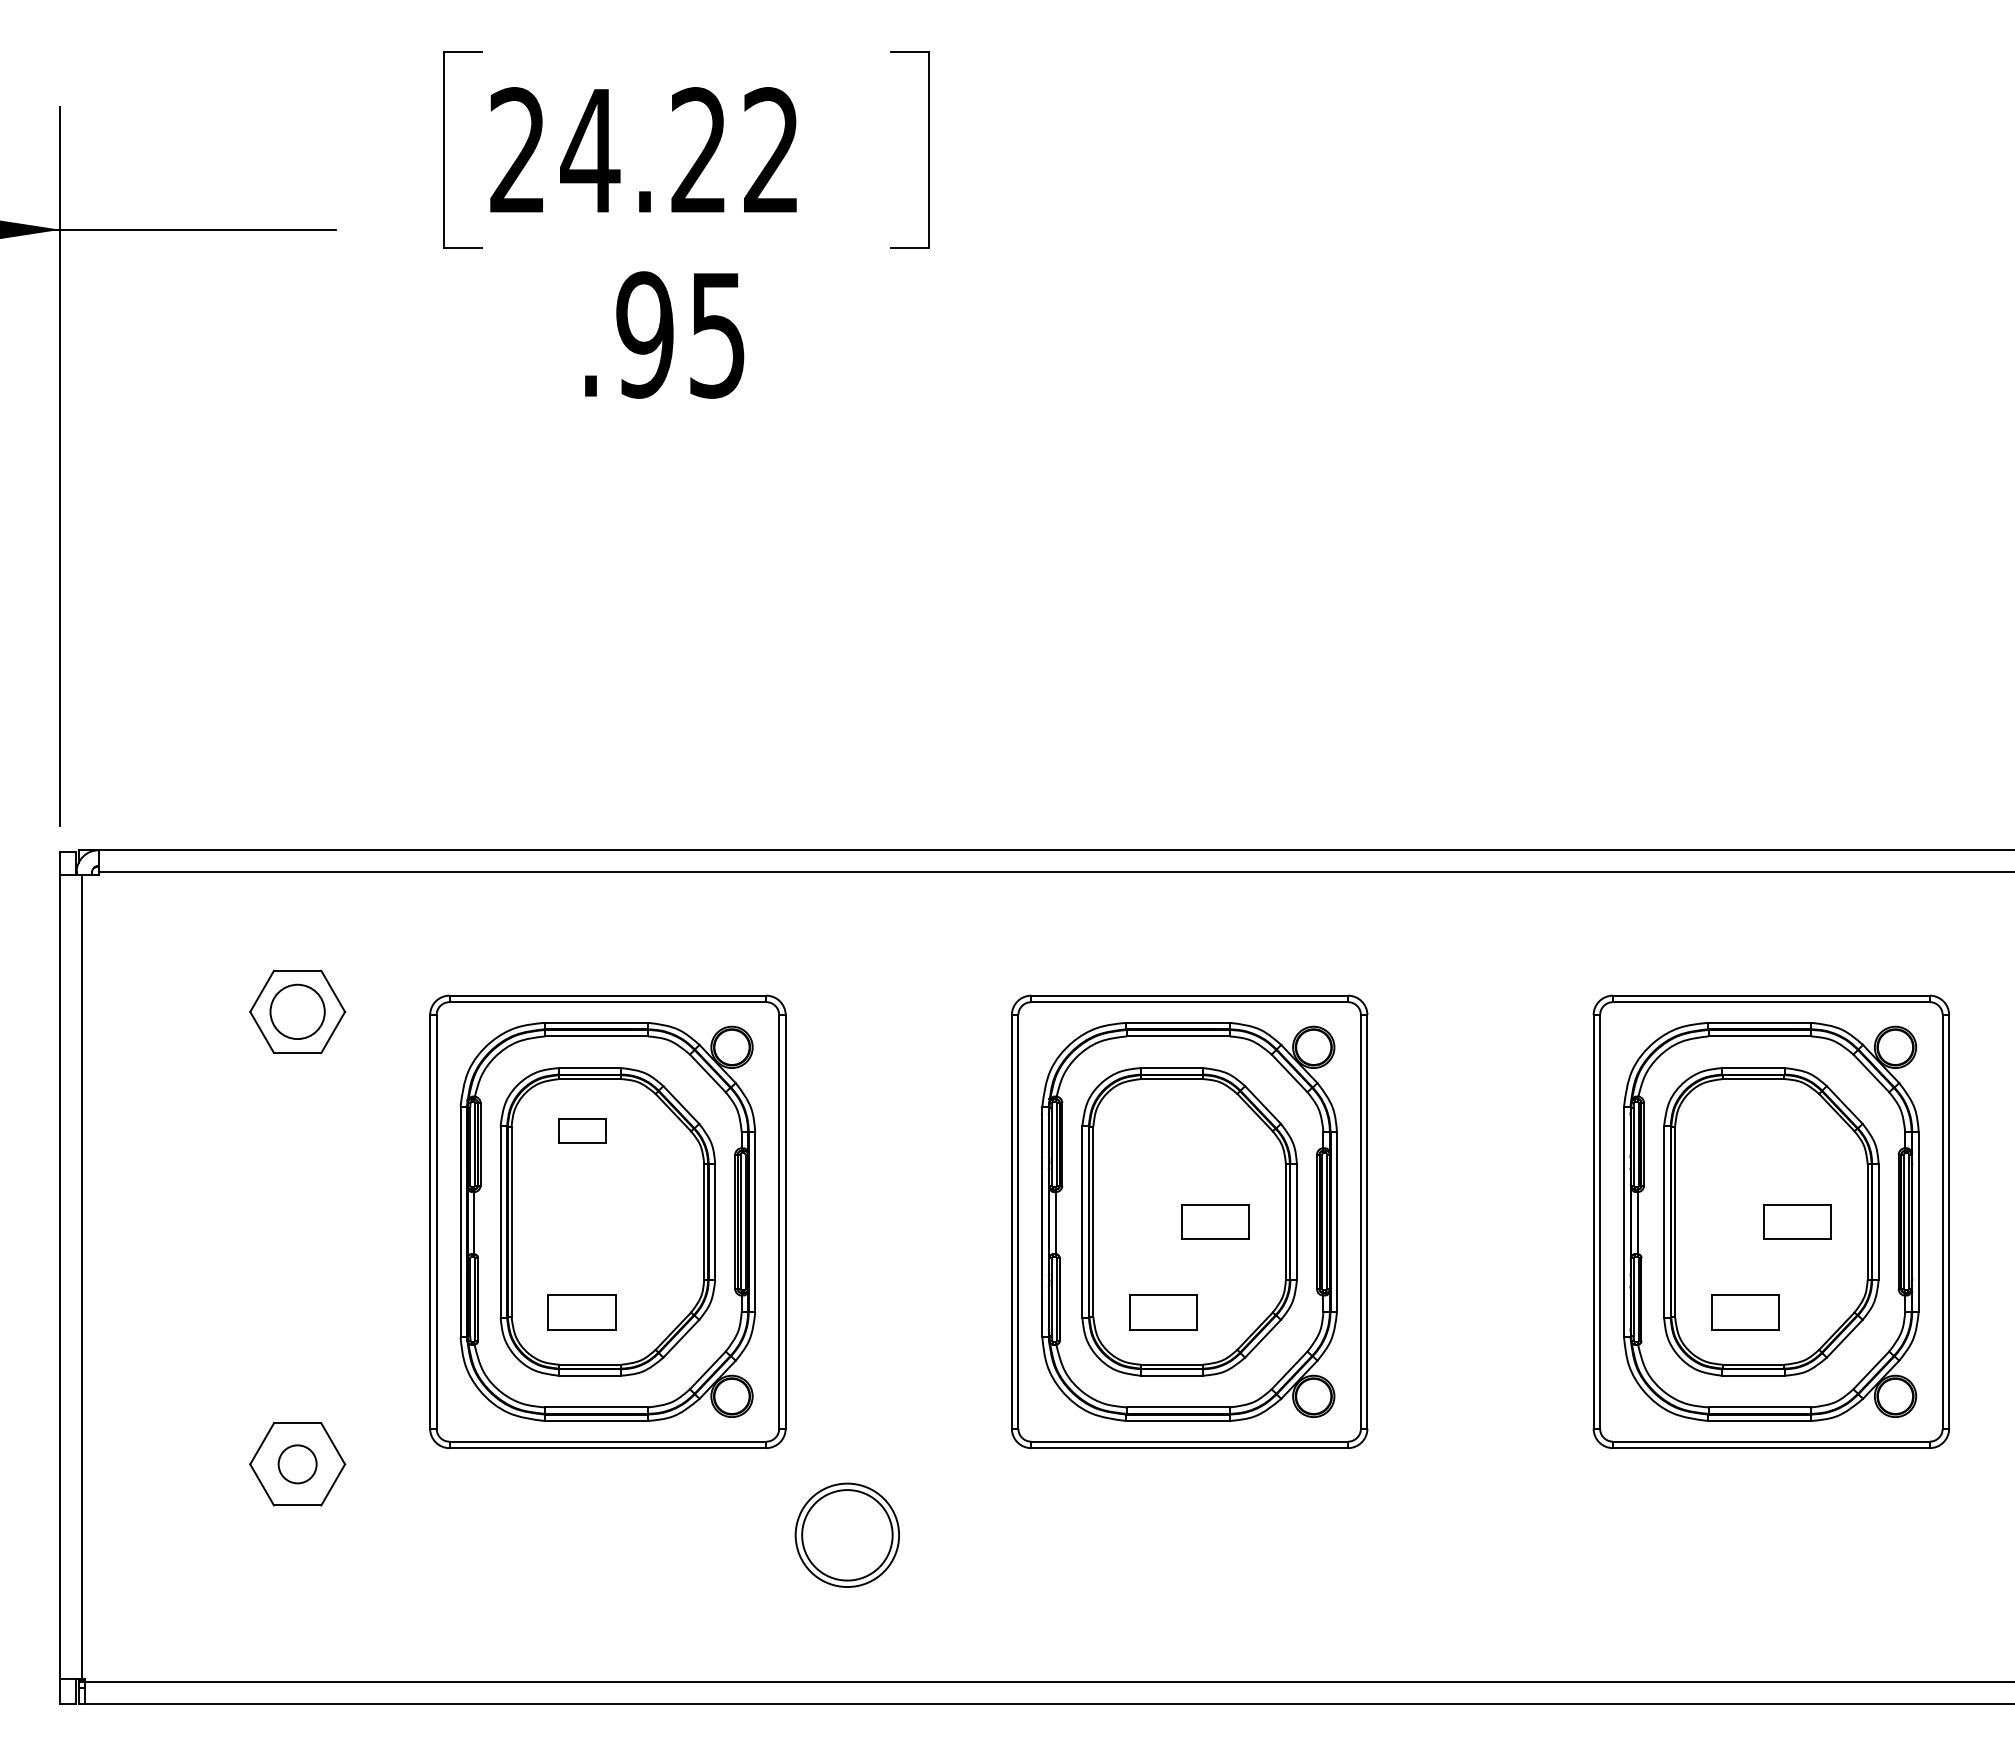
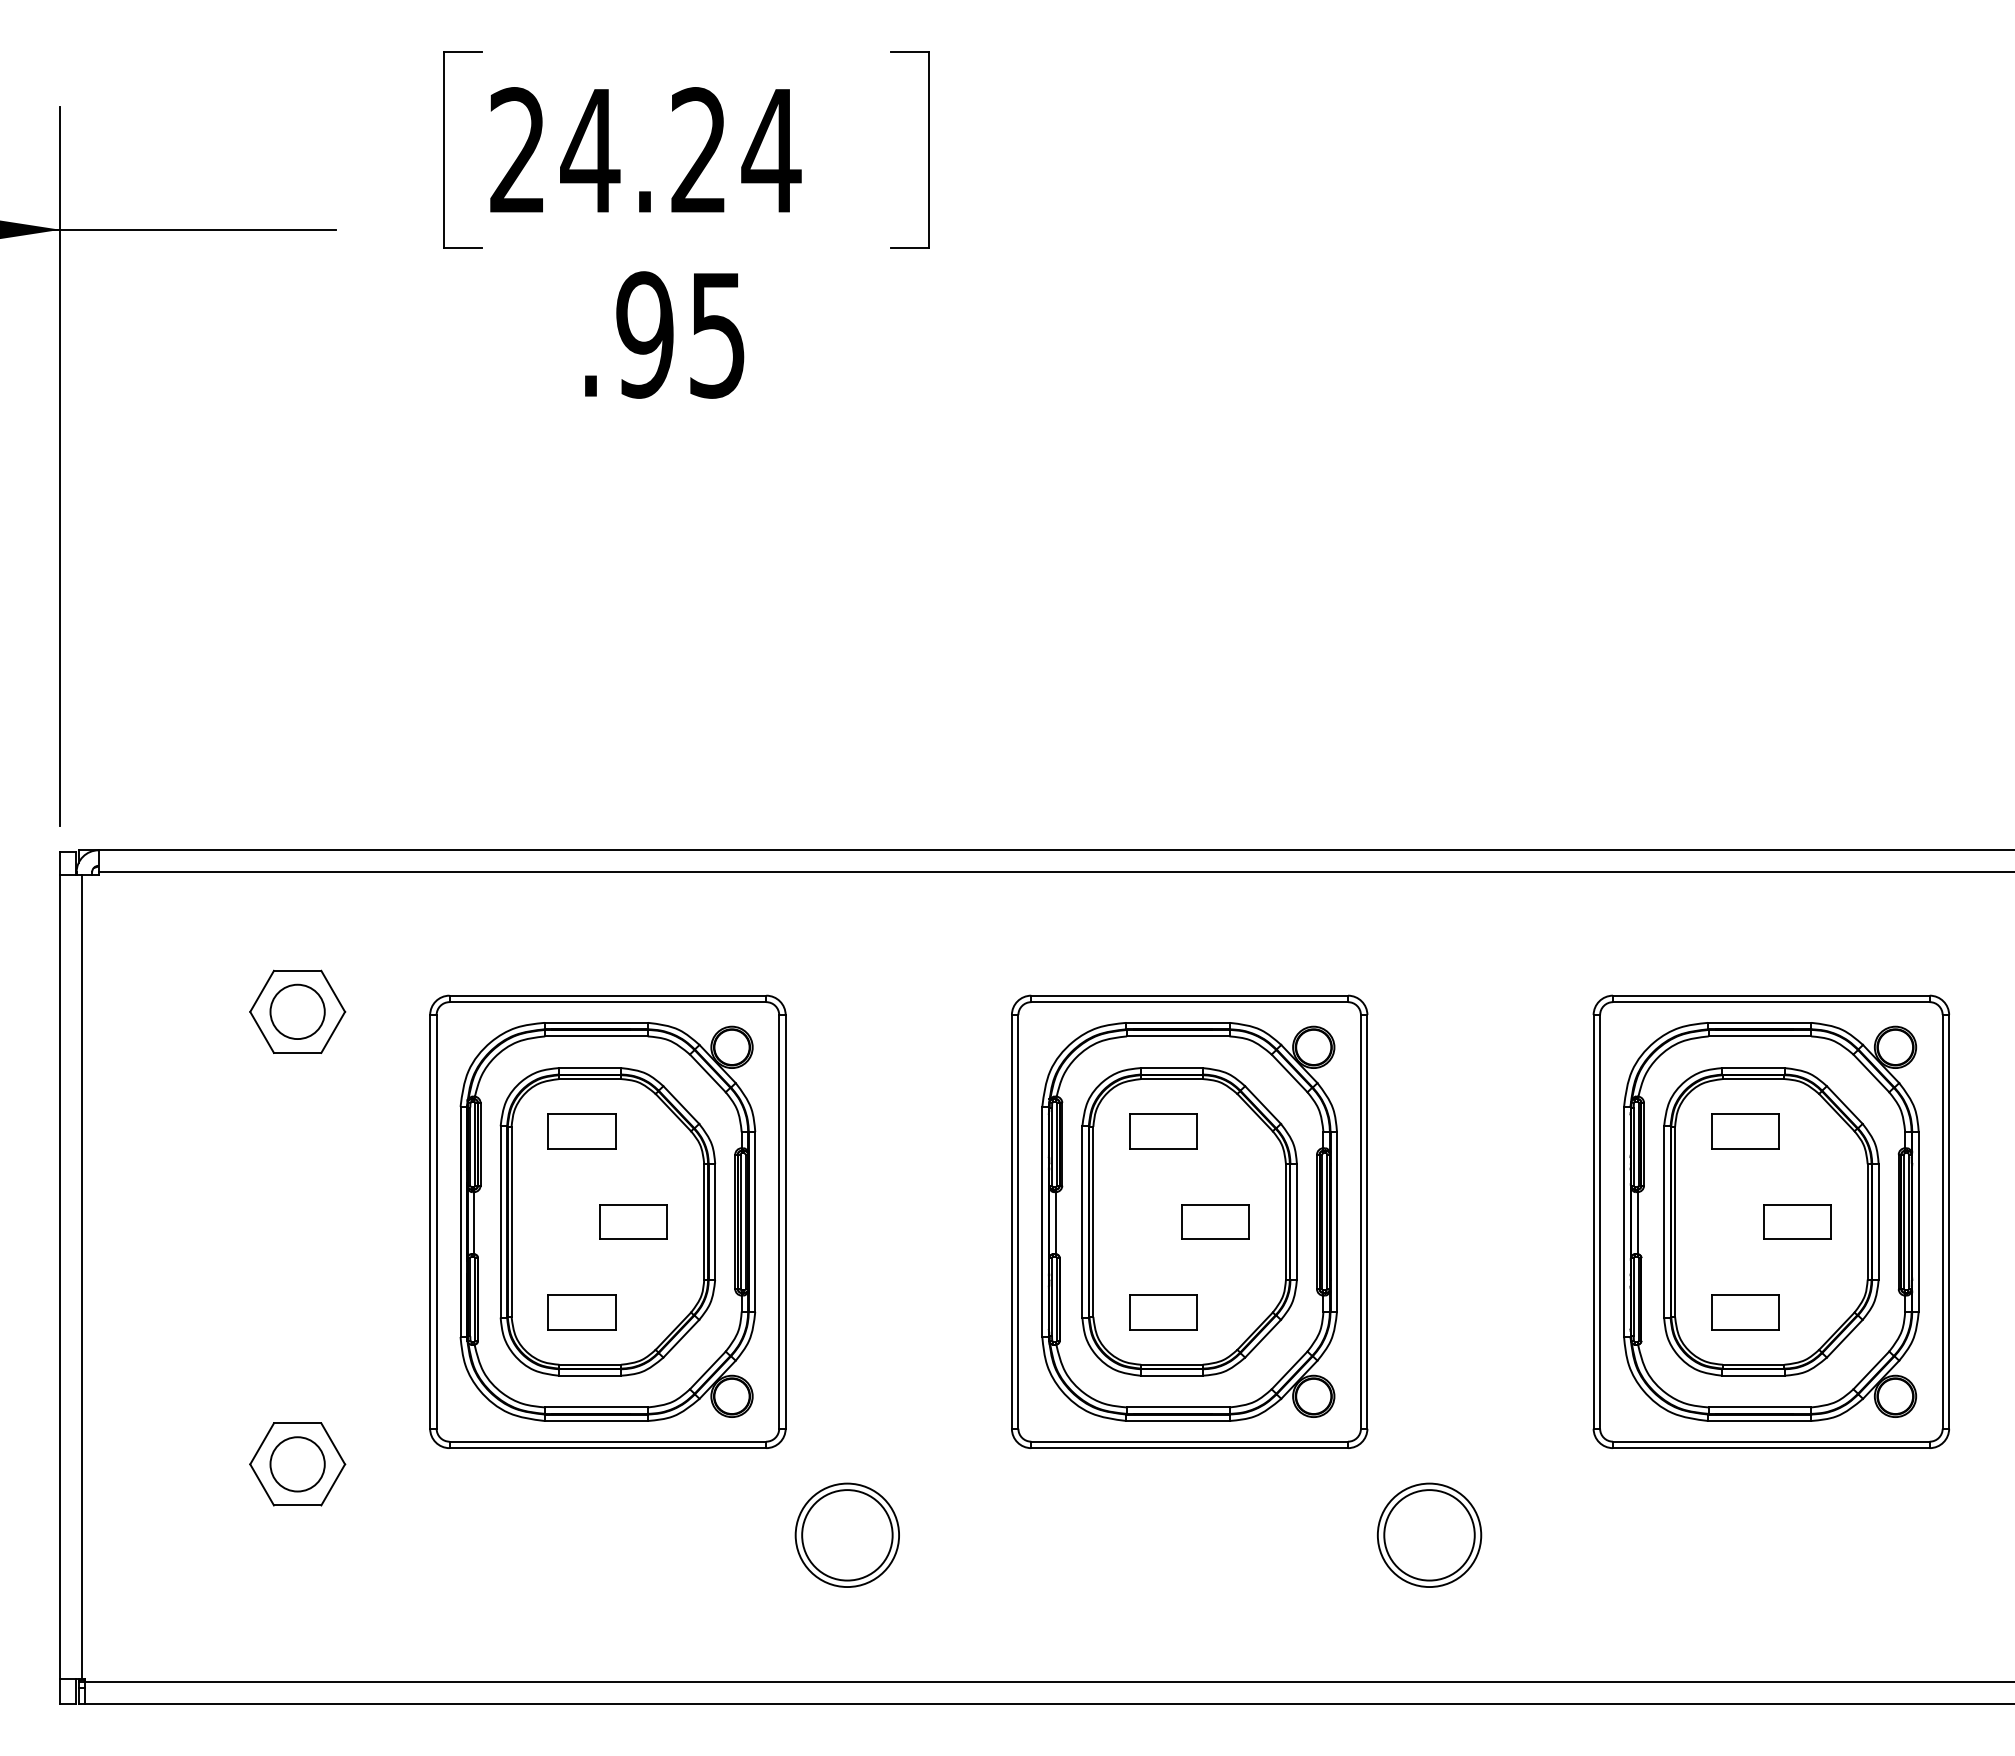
text at (771, 149): 24.22 -> 24.24
part at (582, 1130) size: 49x26 px -> 70x37 px
part at (1163, 1131): none -> present
part at (1745, 1131): none -> present
part at (633, 1221): none -> present
circle at (297, 1464) diameter: 38 px -> 54 px
part at (1429, 1534): none -> present
